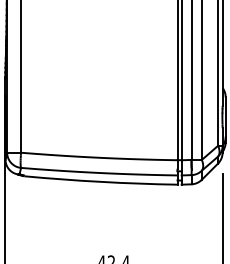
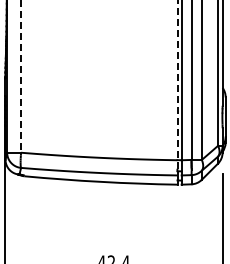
line at (21, 76): solid -> dashed
line at (177, 84): solid -> dashed
